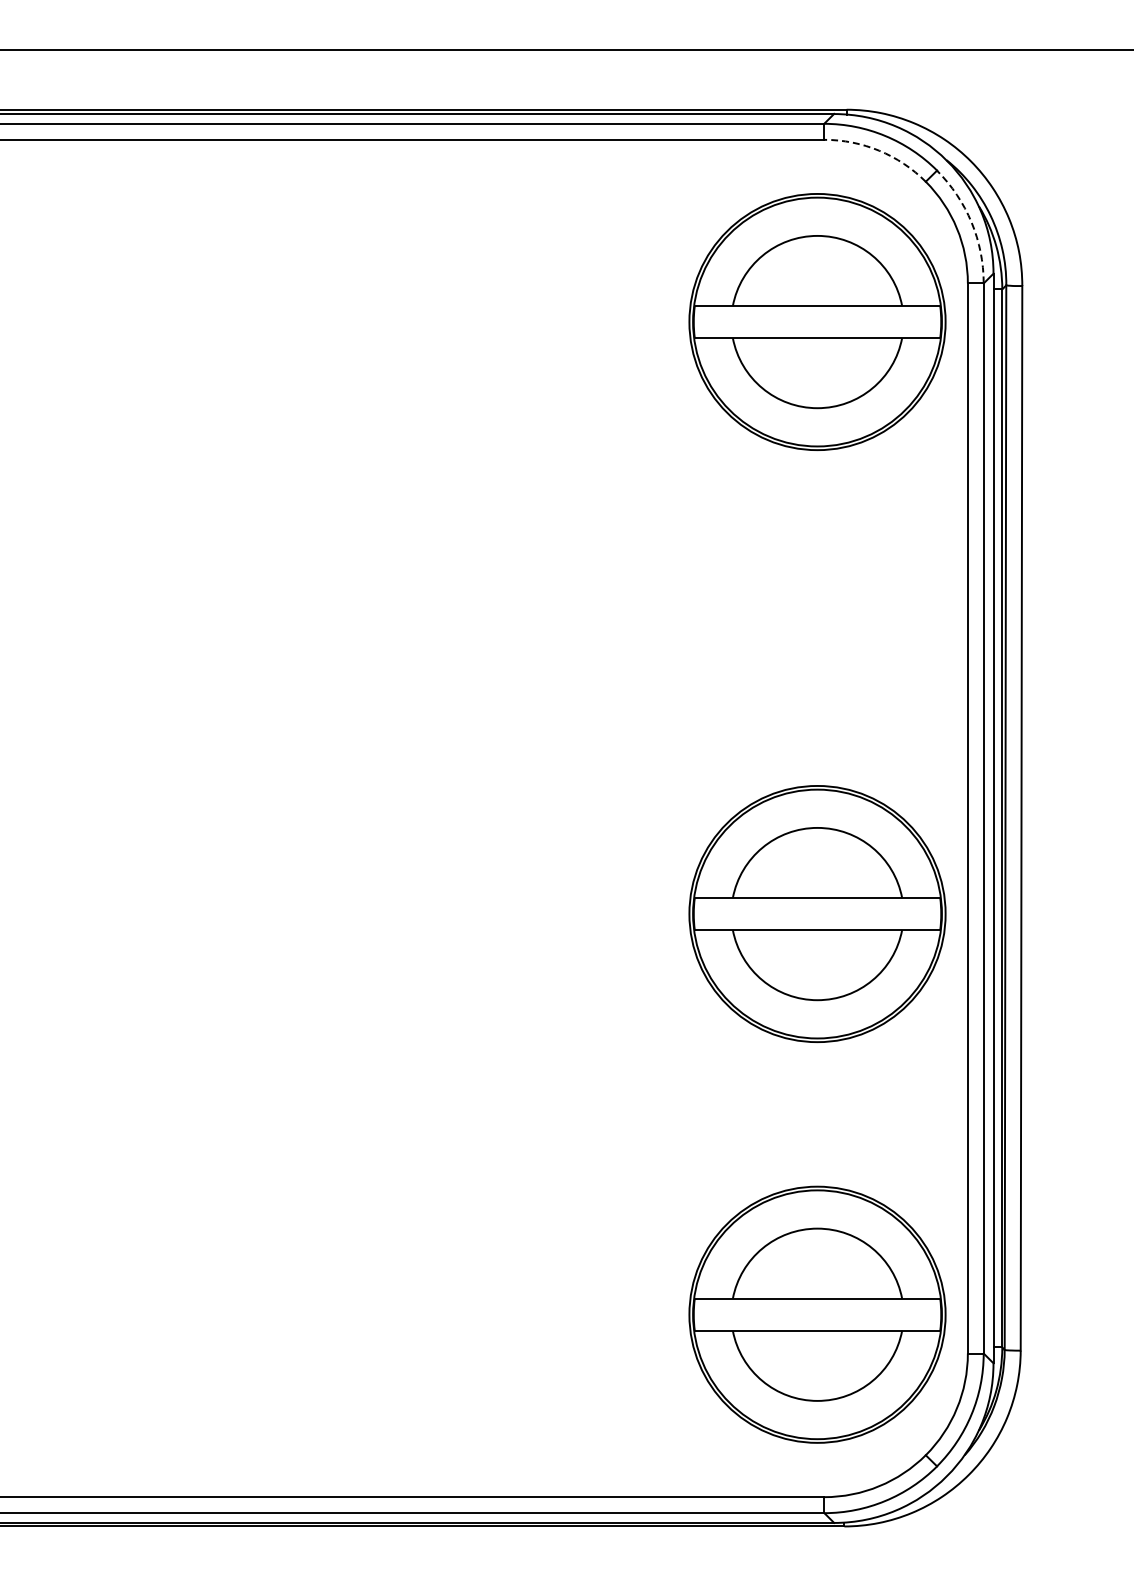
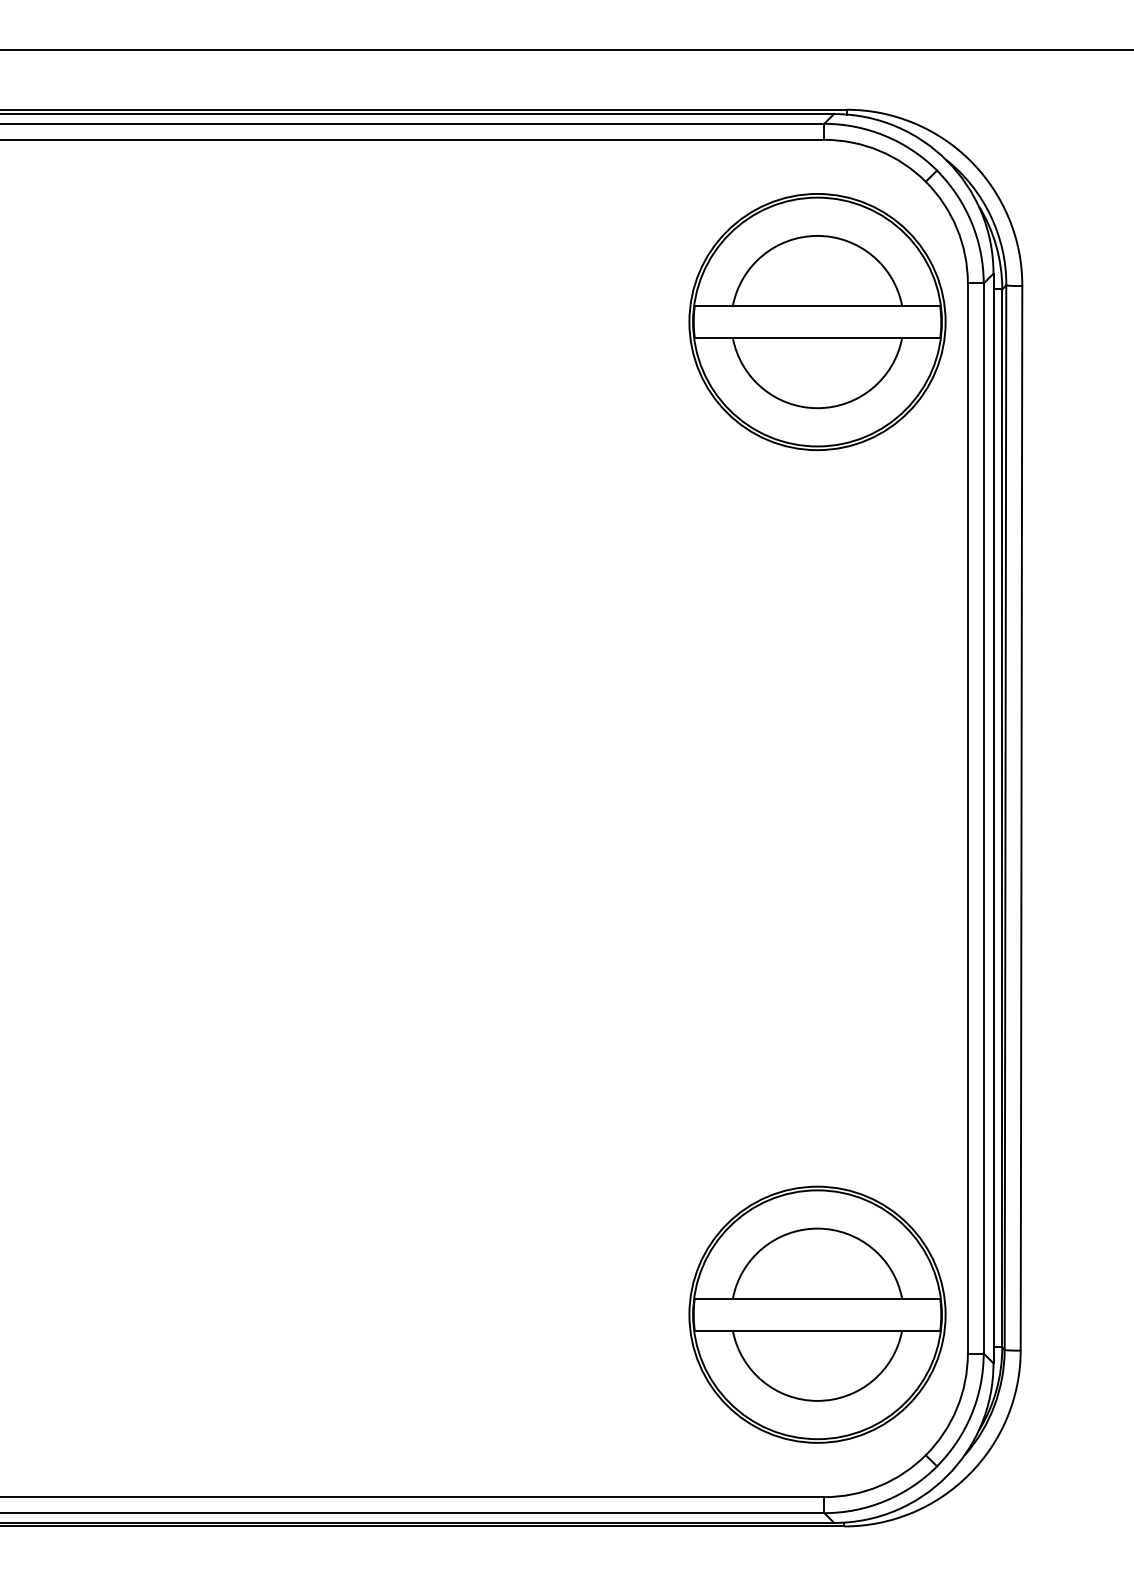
arc at (879, 150): dashed -> solid
arc at (971, 222): dashed -> solid
part at (817, 913): present -> none
